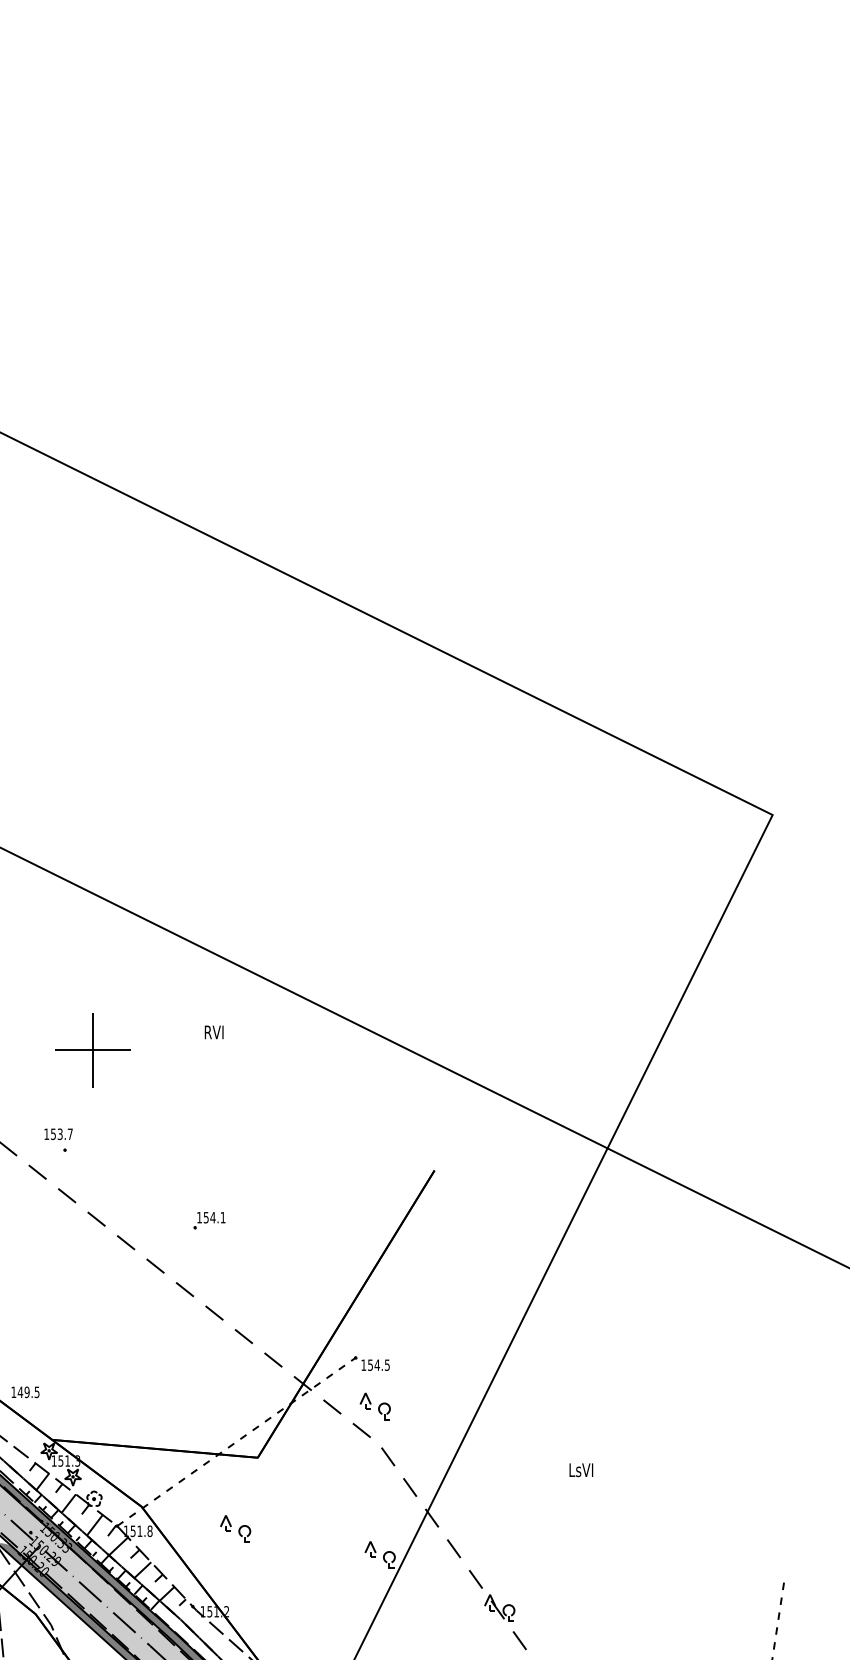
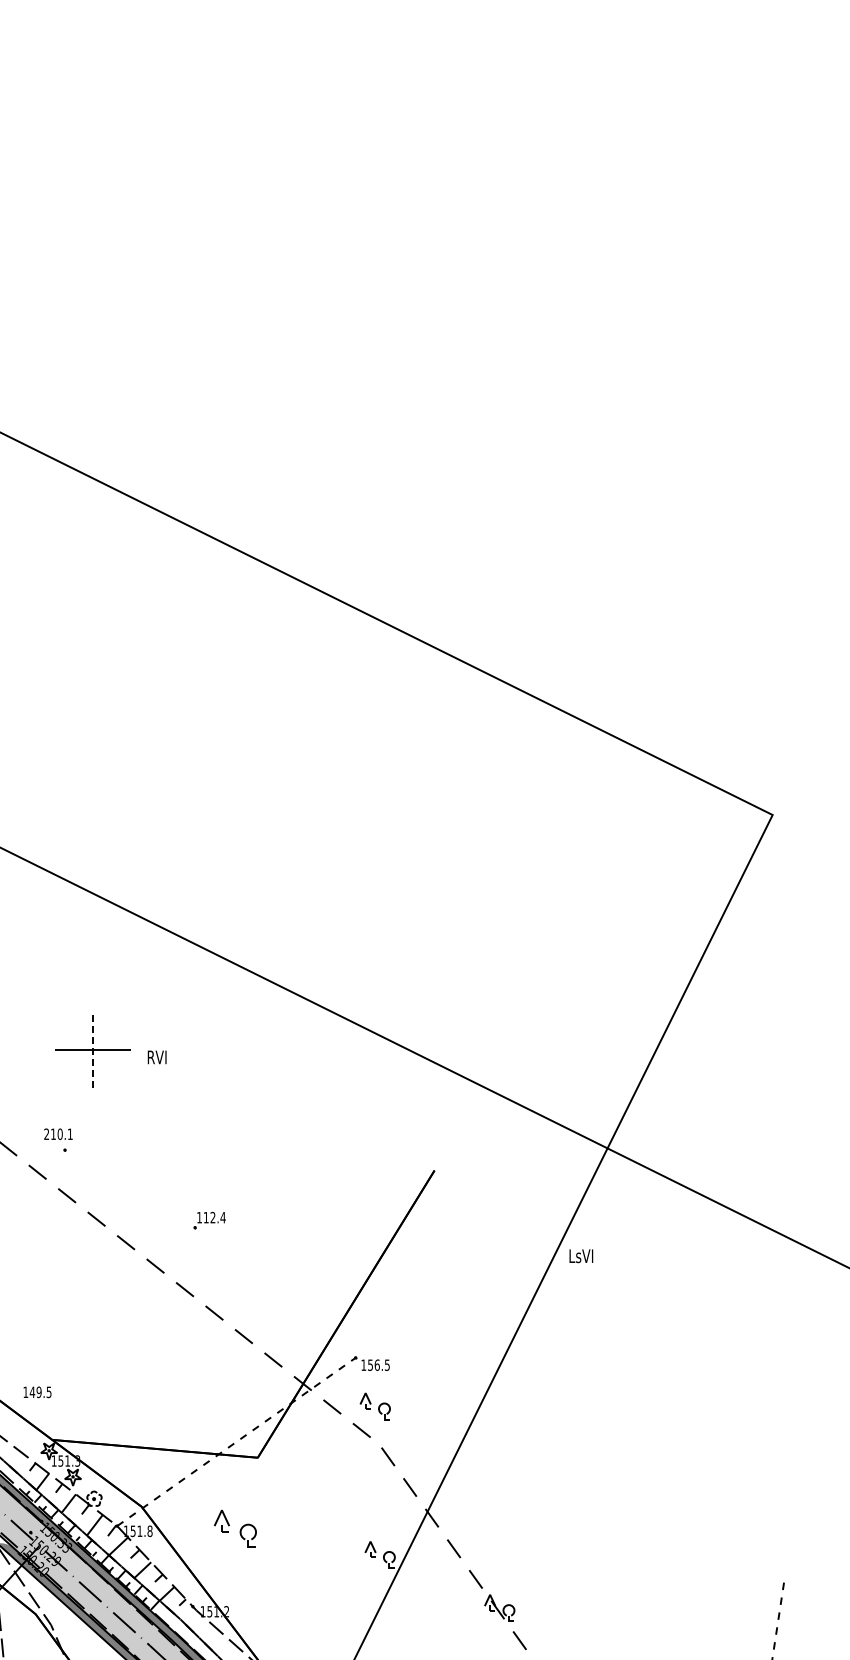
text at (213, 1032) position: (213, 1032) -> (156, 1057)
line at (92, 1050): solid -> dashed
text at (58, 1134): 153.7 -> 210.1
text at (214, 1217): 154.1 -> 112.4
text at (376, 1364): 154.5 -> 156.5
text at (25, 1392) position: (25, 1392) -> (37, 1392)
text at (581, 1470) position: (581, 1470) -> (581, 1256)
part at (235, 1528) size: 32x28 px -> 43x39 px
